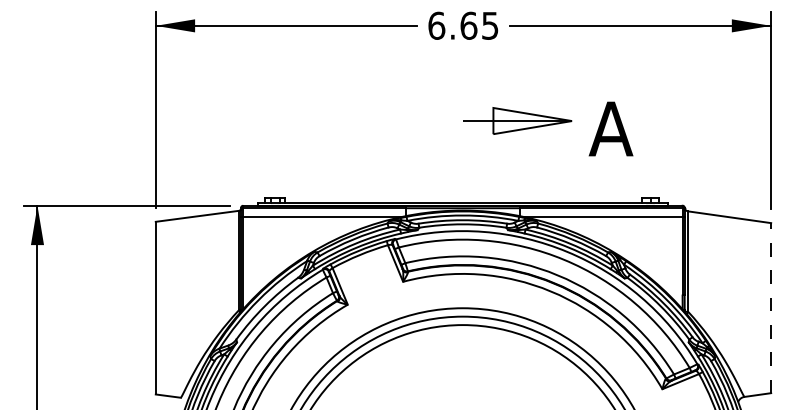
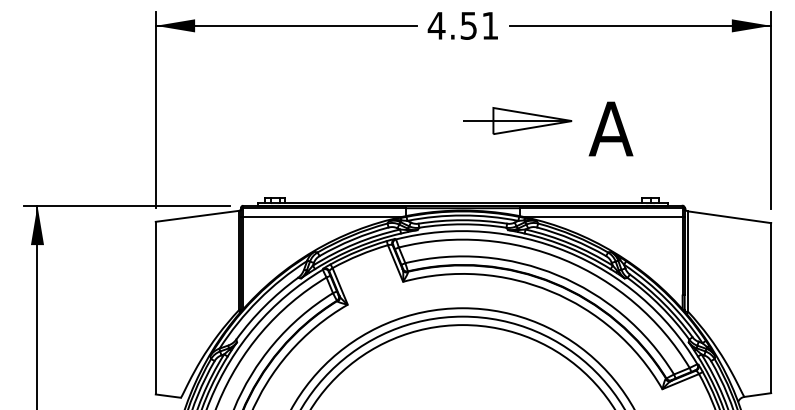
text at (462, 25): 6.65 -> 4.51
line at (771, 307): dashed -> solid
